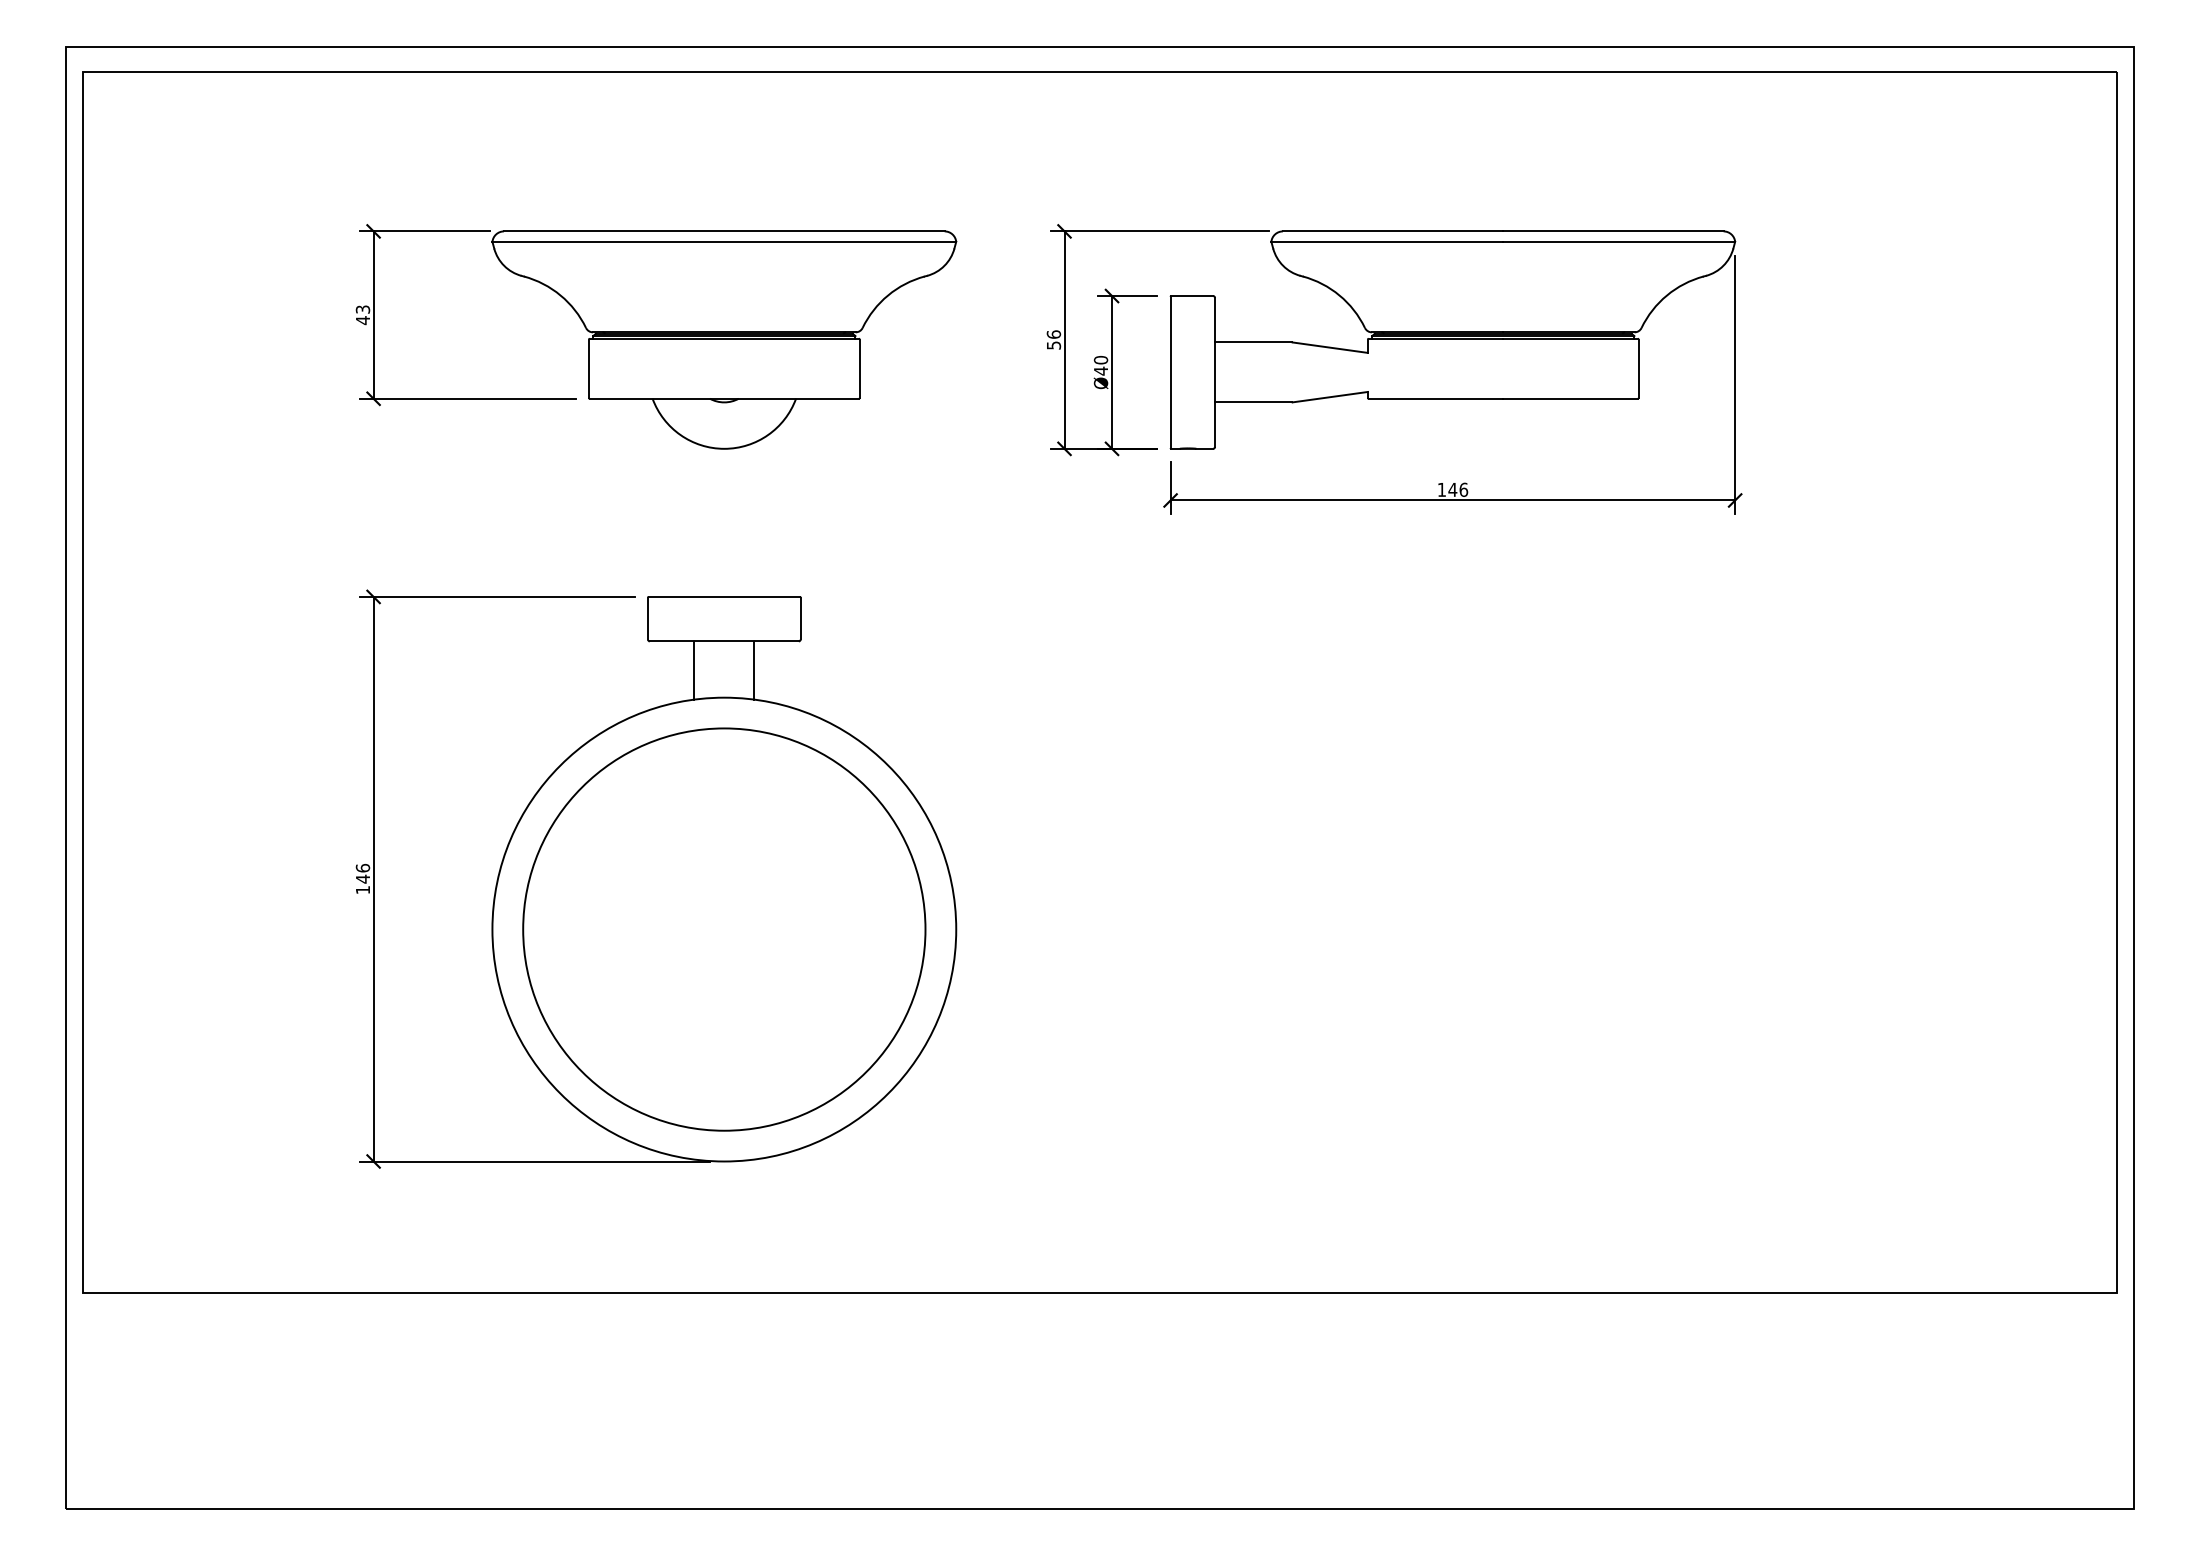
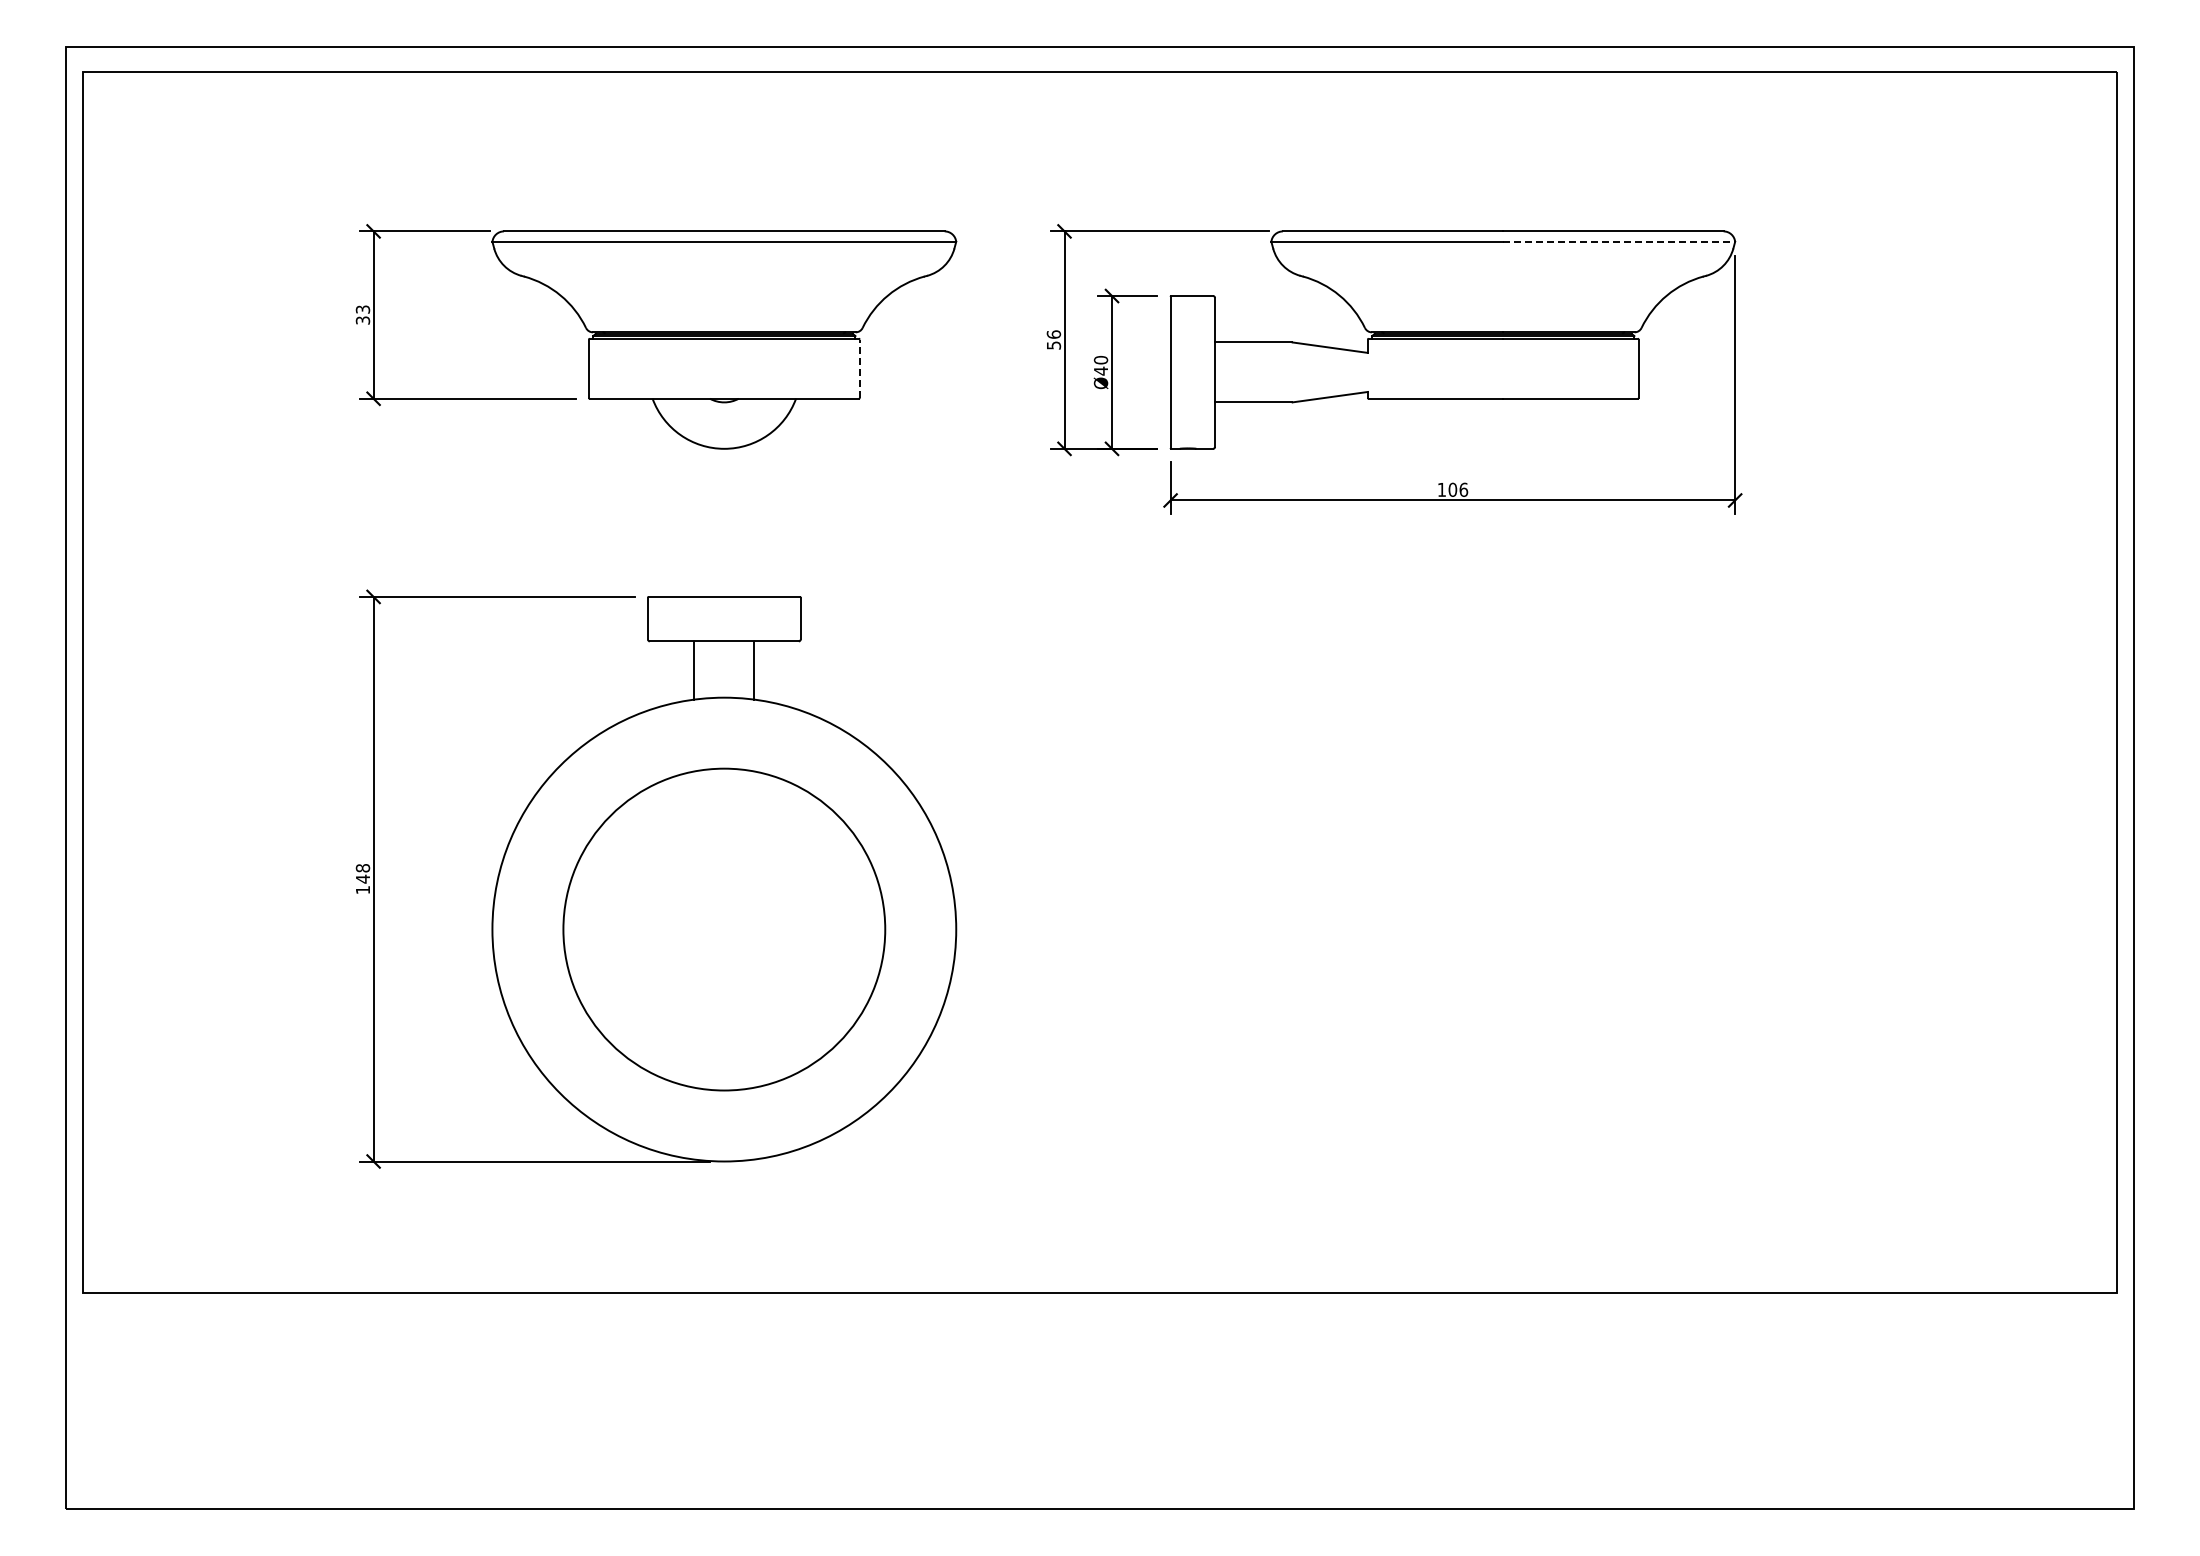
line at (1619, 241): solid -> dashed
text at (362, 320): 43 -> 33
line at (859, 368): solid -> dashed
text at (1452, 489): 146 -> 106
text at (362, 867): 146 -> 148
circle at (724, 929) diameter: 402 px -> 322 px
